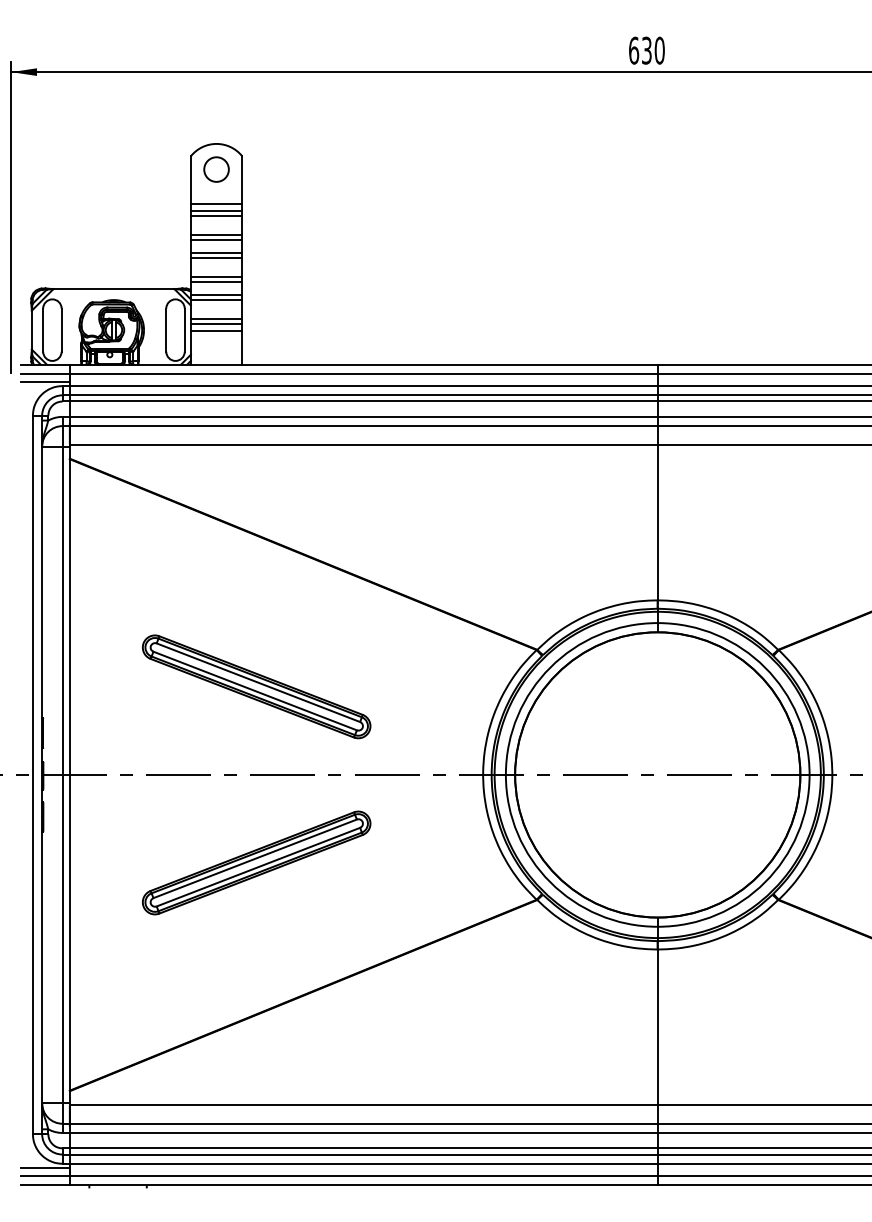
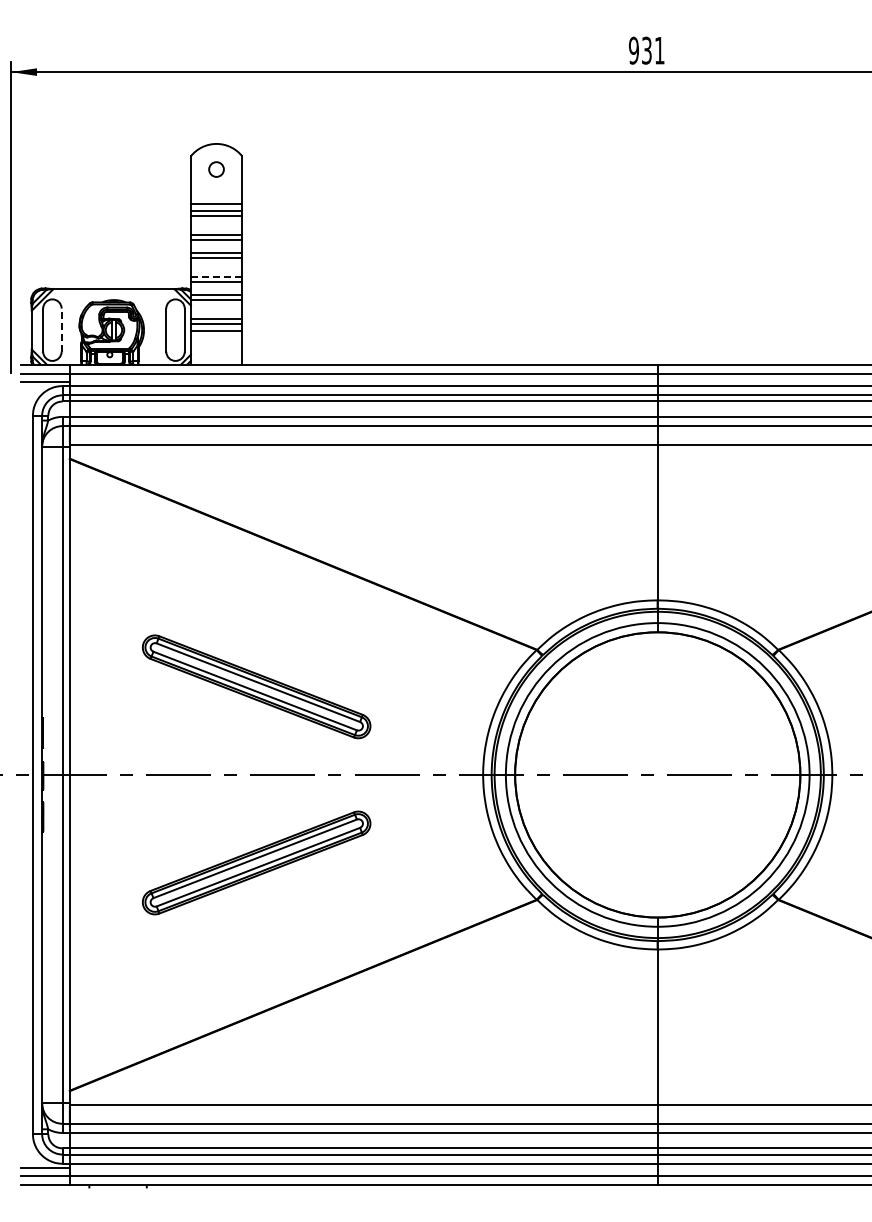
text at (646, 50): 630 -> 931
circle at (216, 169) size: 27x27 px -> 17x17 px
line at (216, 277): solid -> dashed
line at (61, 330): solid -> dashed
